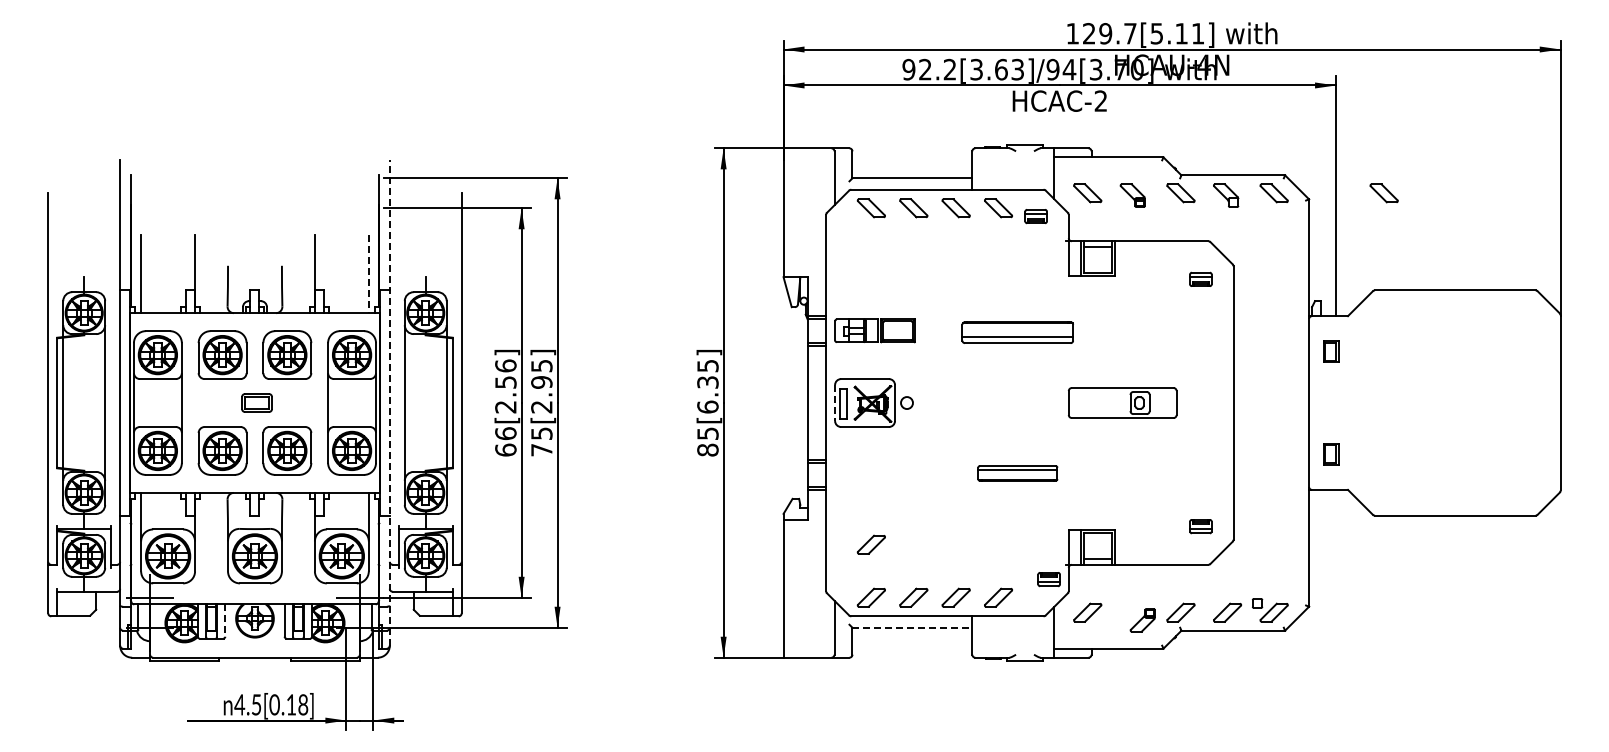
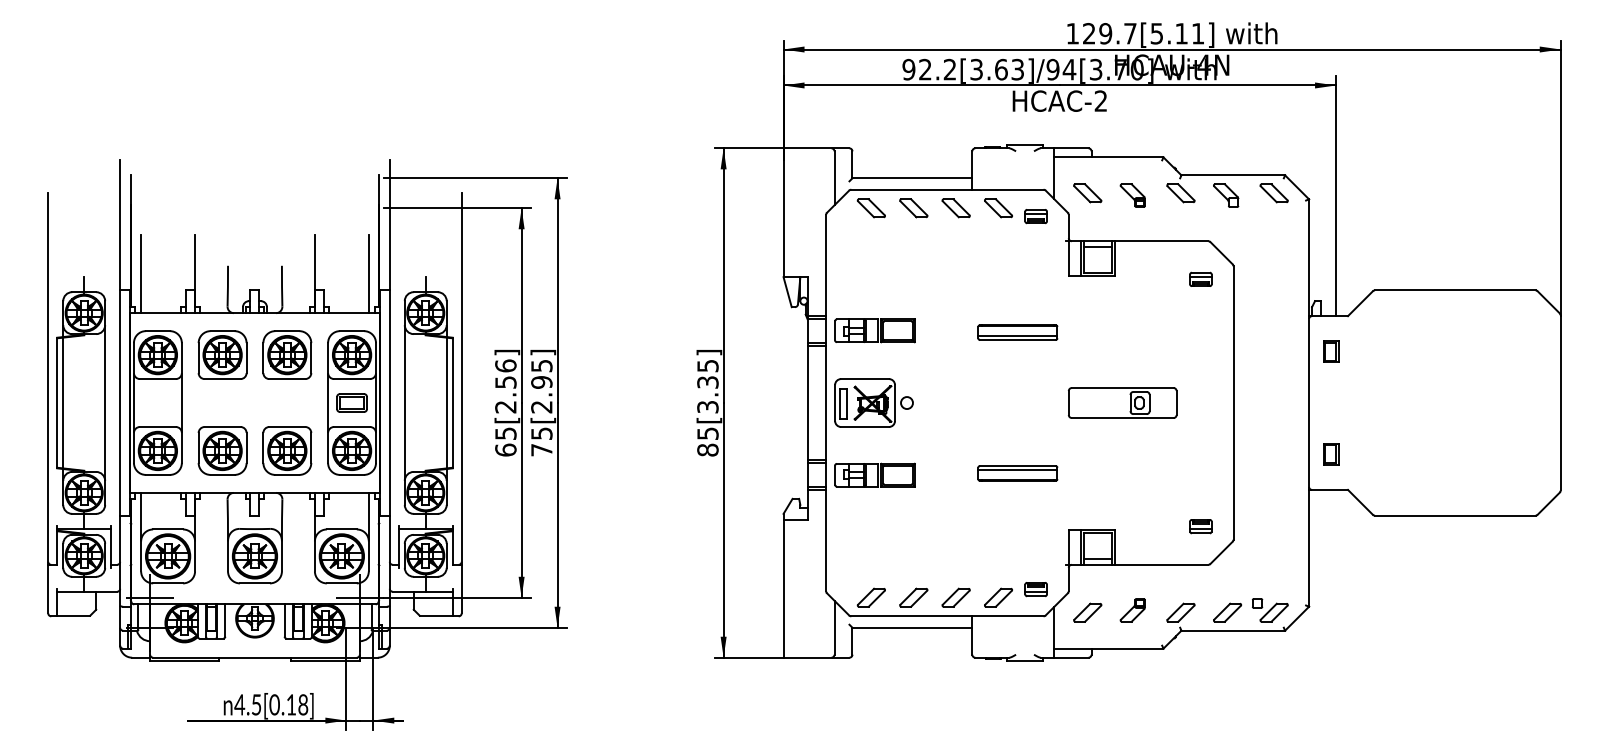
part at (1383, 193): present -> none
line at (368, 274): dashed -> solid
part at (1017, 332) size: 113x23 px -> 82x17 px
part at (256, 402) position: (256, 402) -> (351, 402)
line at (389, 403): dashed -> solid
line at (835, 403): dashed -> solid
text at (707, 406): 85[6.35] -> 85[3.35]
text at (505, 433): 66[2.56] -> 65[2.56]
part at (874, 474): none -> present
part at (870, 544): present -> none
part at (1048, 579) position: (1048, 579) -> (1035, 589)
part at (1142, 620) position: (1142, 620) -> (1132, 610)
line at (225, 621): dashed -> solid
line at (912, 627): dashed -> solid
